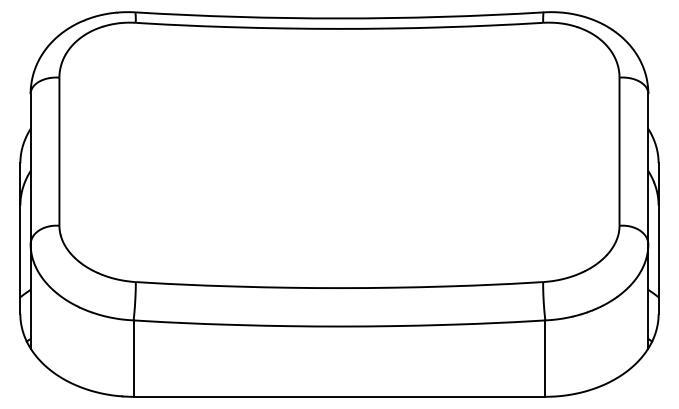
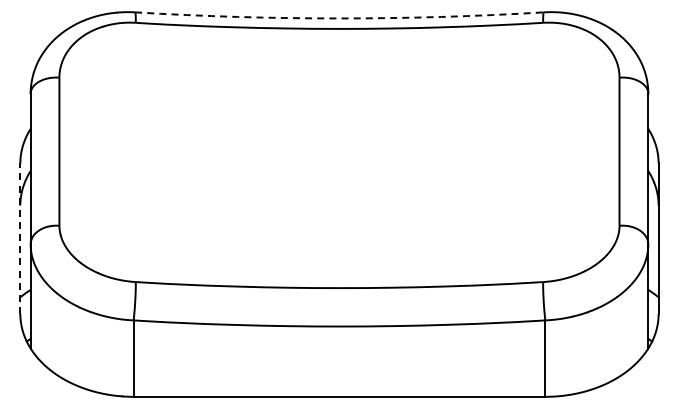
line at (339, 18): solid -> dashed
line at (20, 238): solid -> dashed
